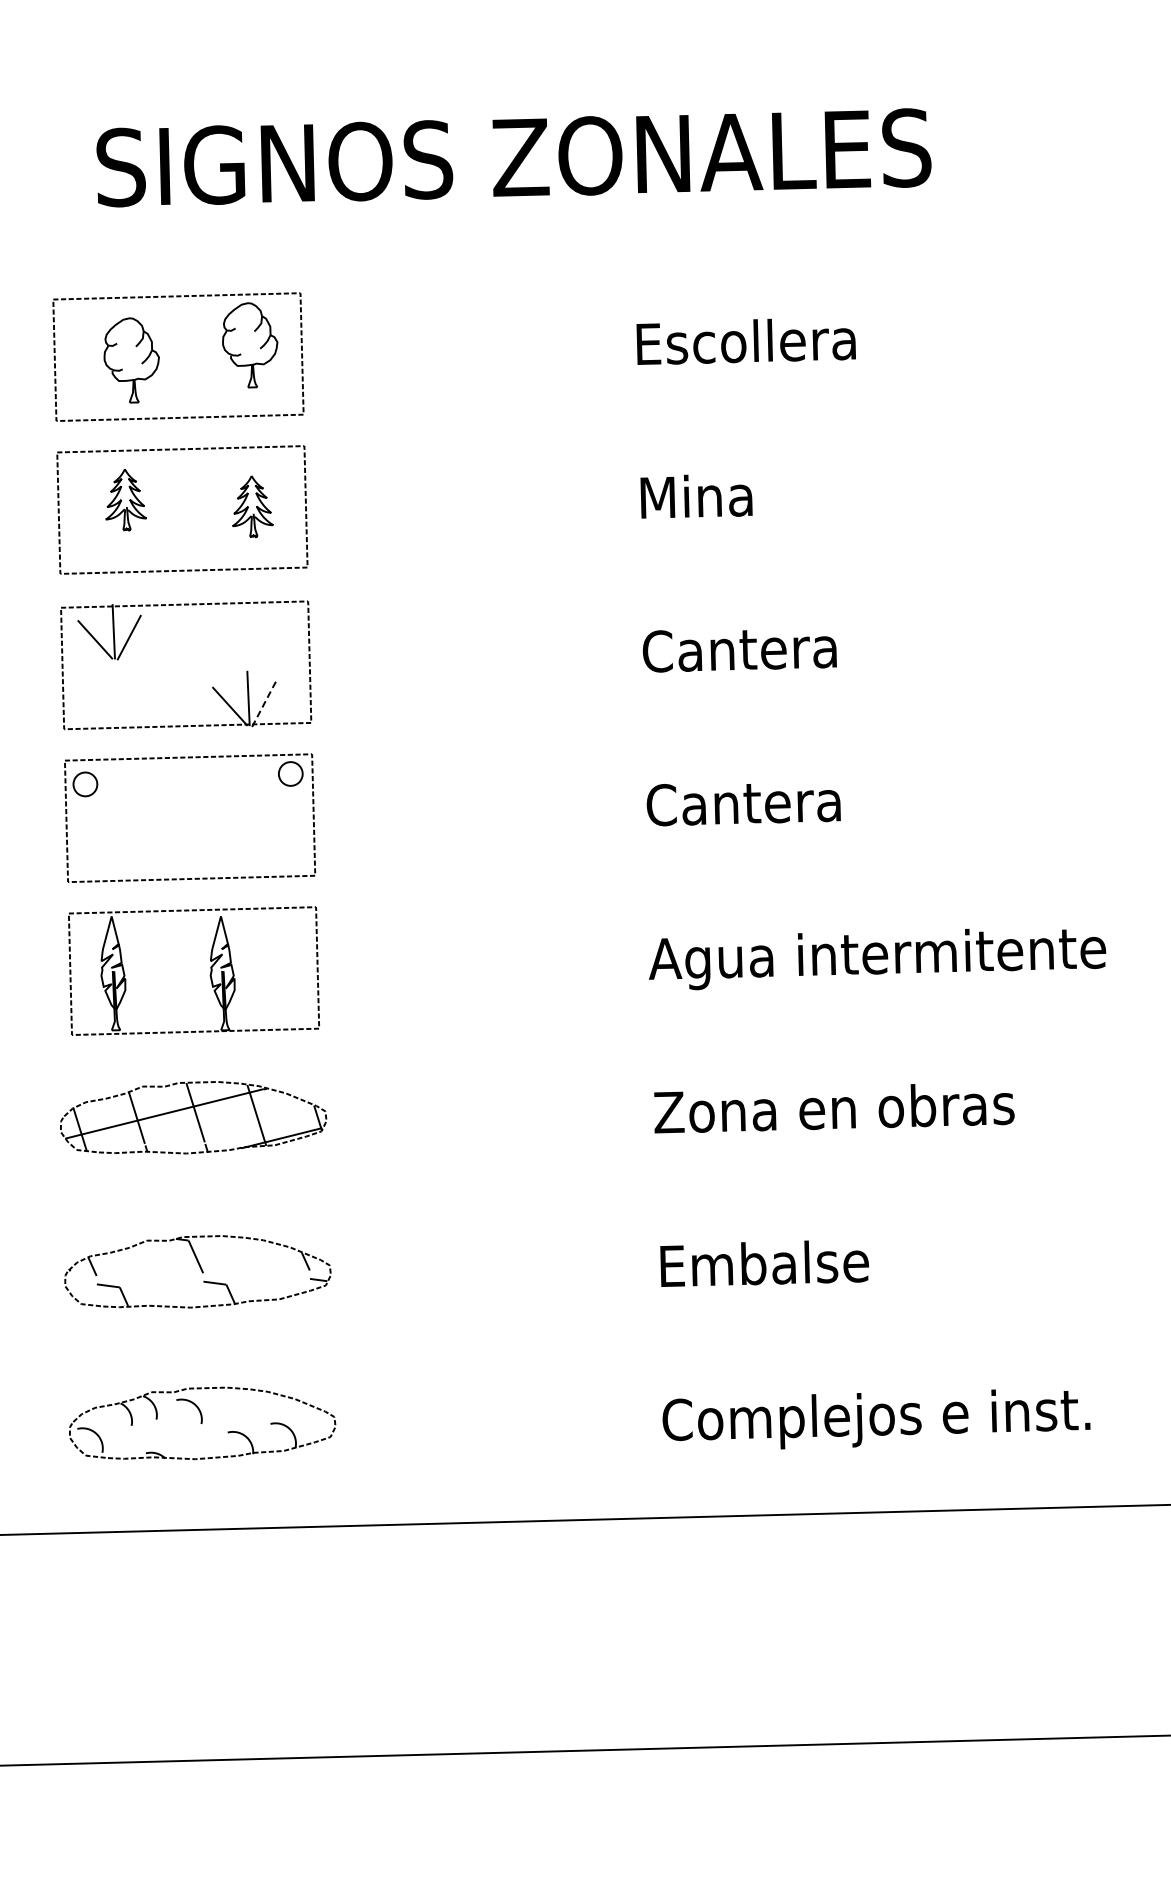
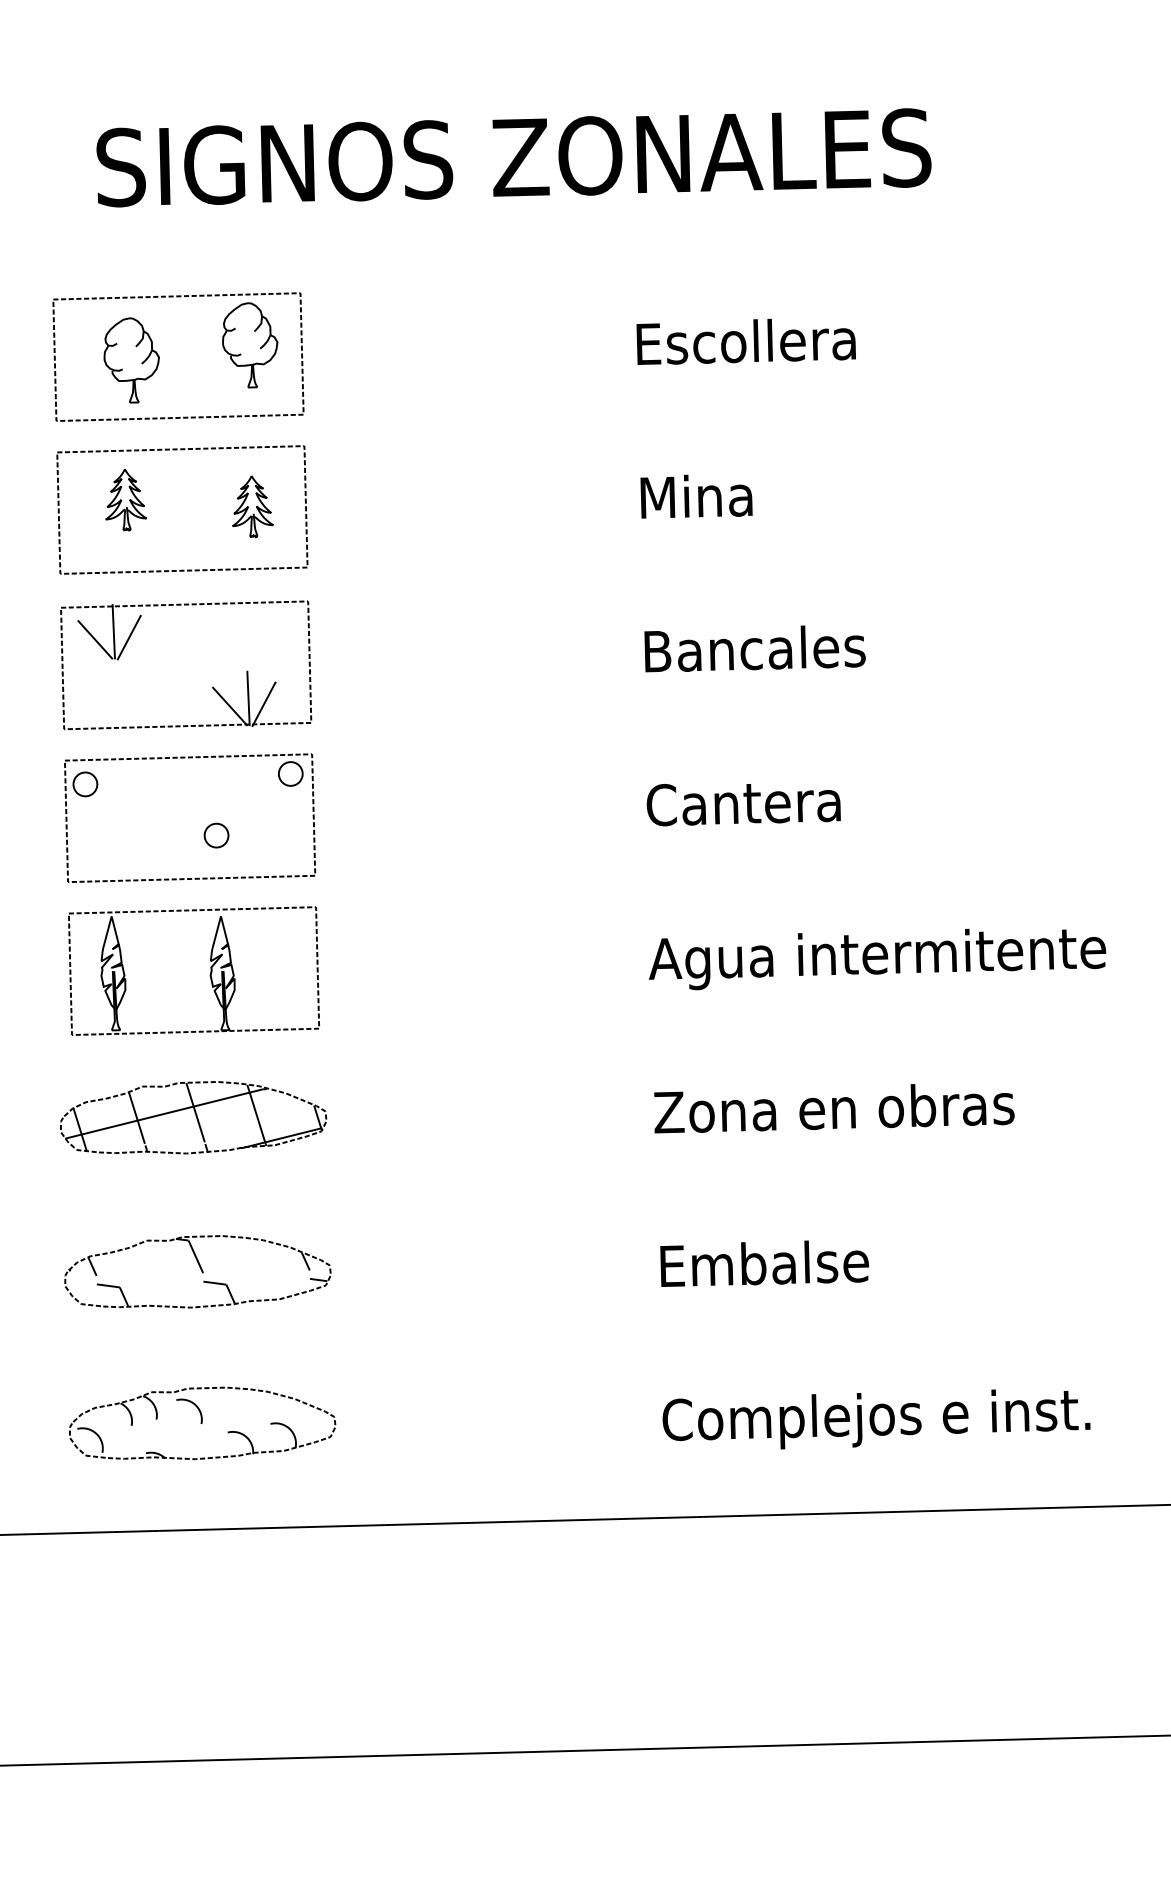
text at (753, 648): Cantera -> Bancales
line at (264, 704): dashed -> solid
part at (216, 835): none -> present
